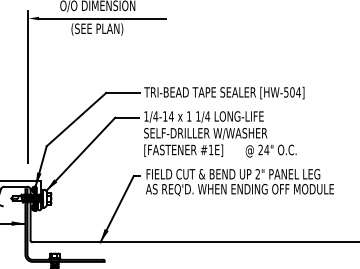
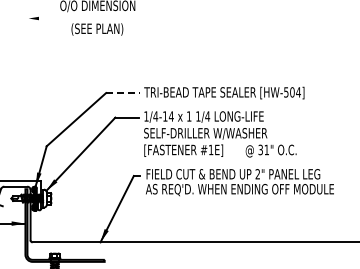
line at (101, 18): present -> none
line at (27, 86): present -> none
line at (122, 93): solid -> dashed
text at (263, 149): 24" -> 31"
